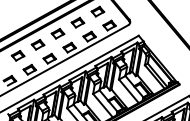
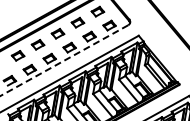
line at (63, 60): solid -> dashed
